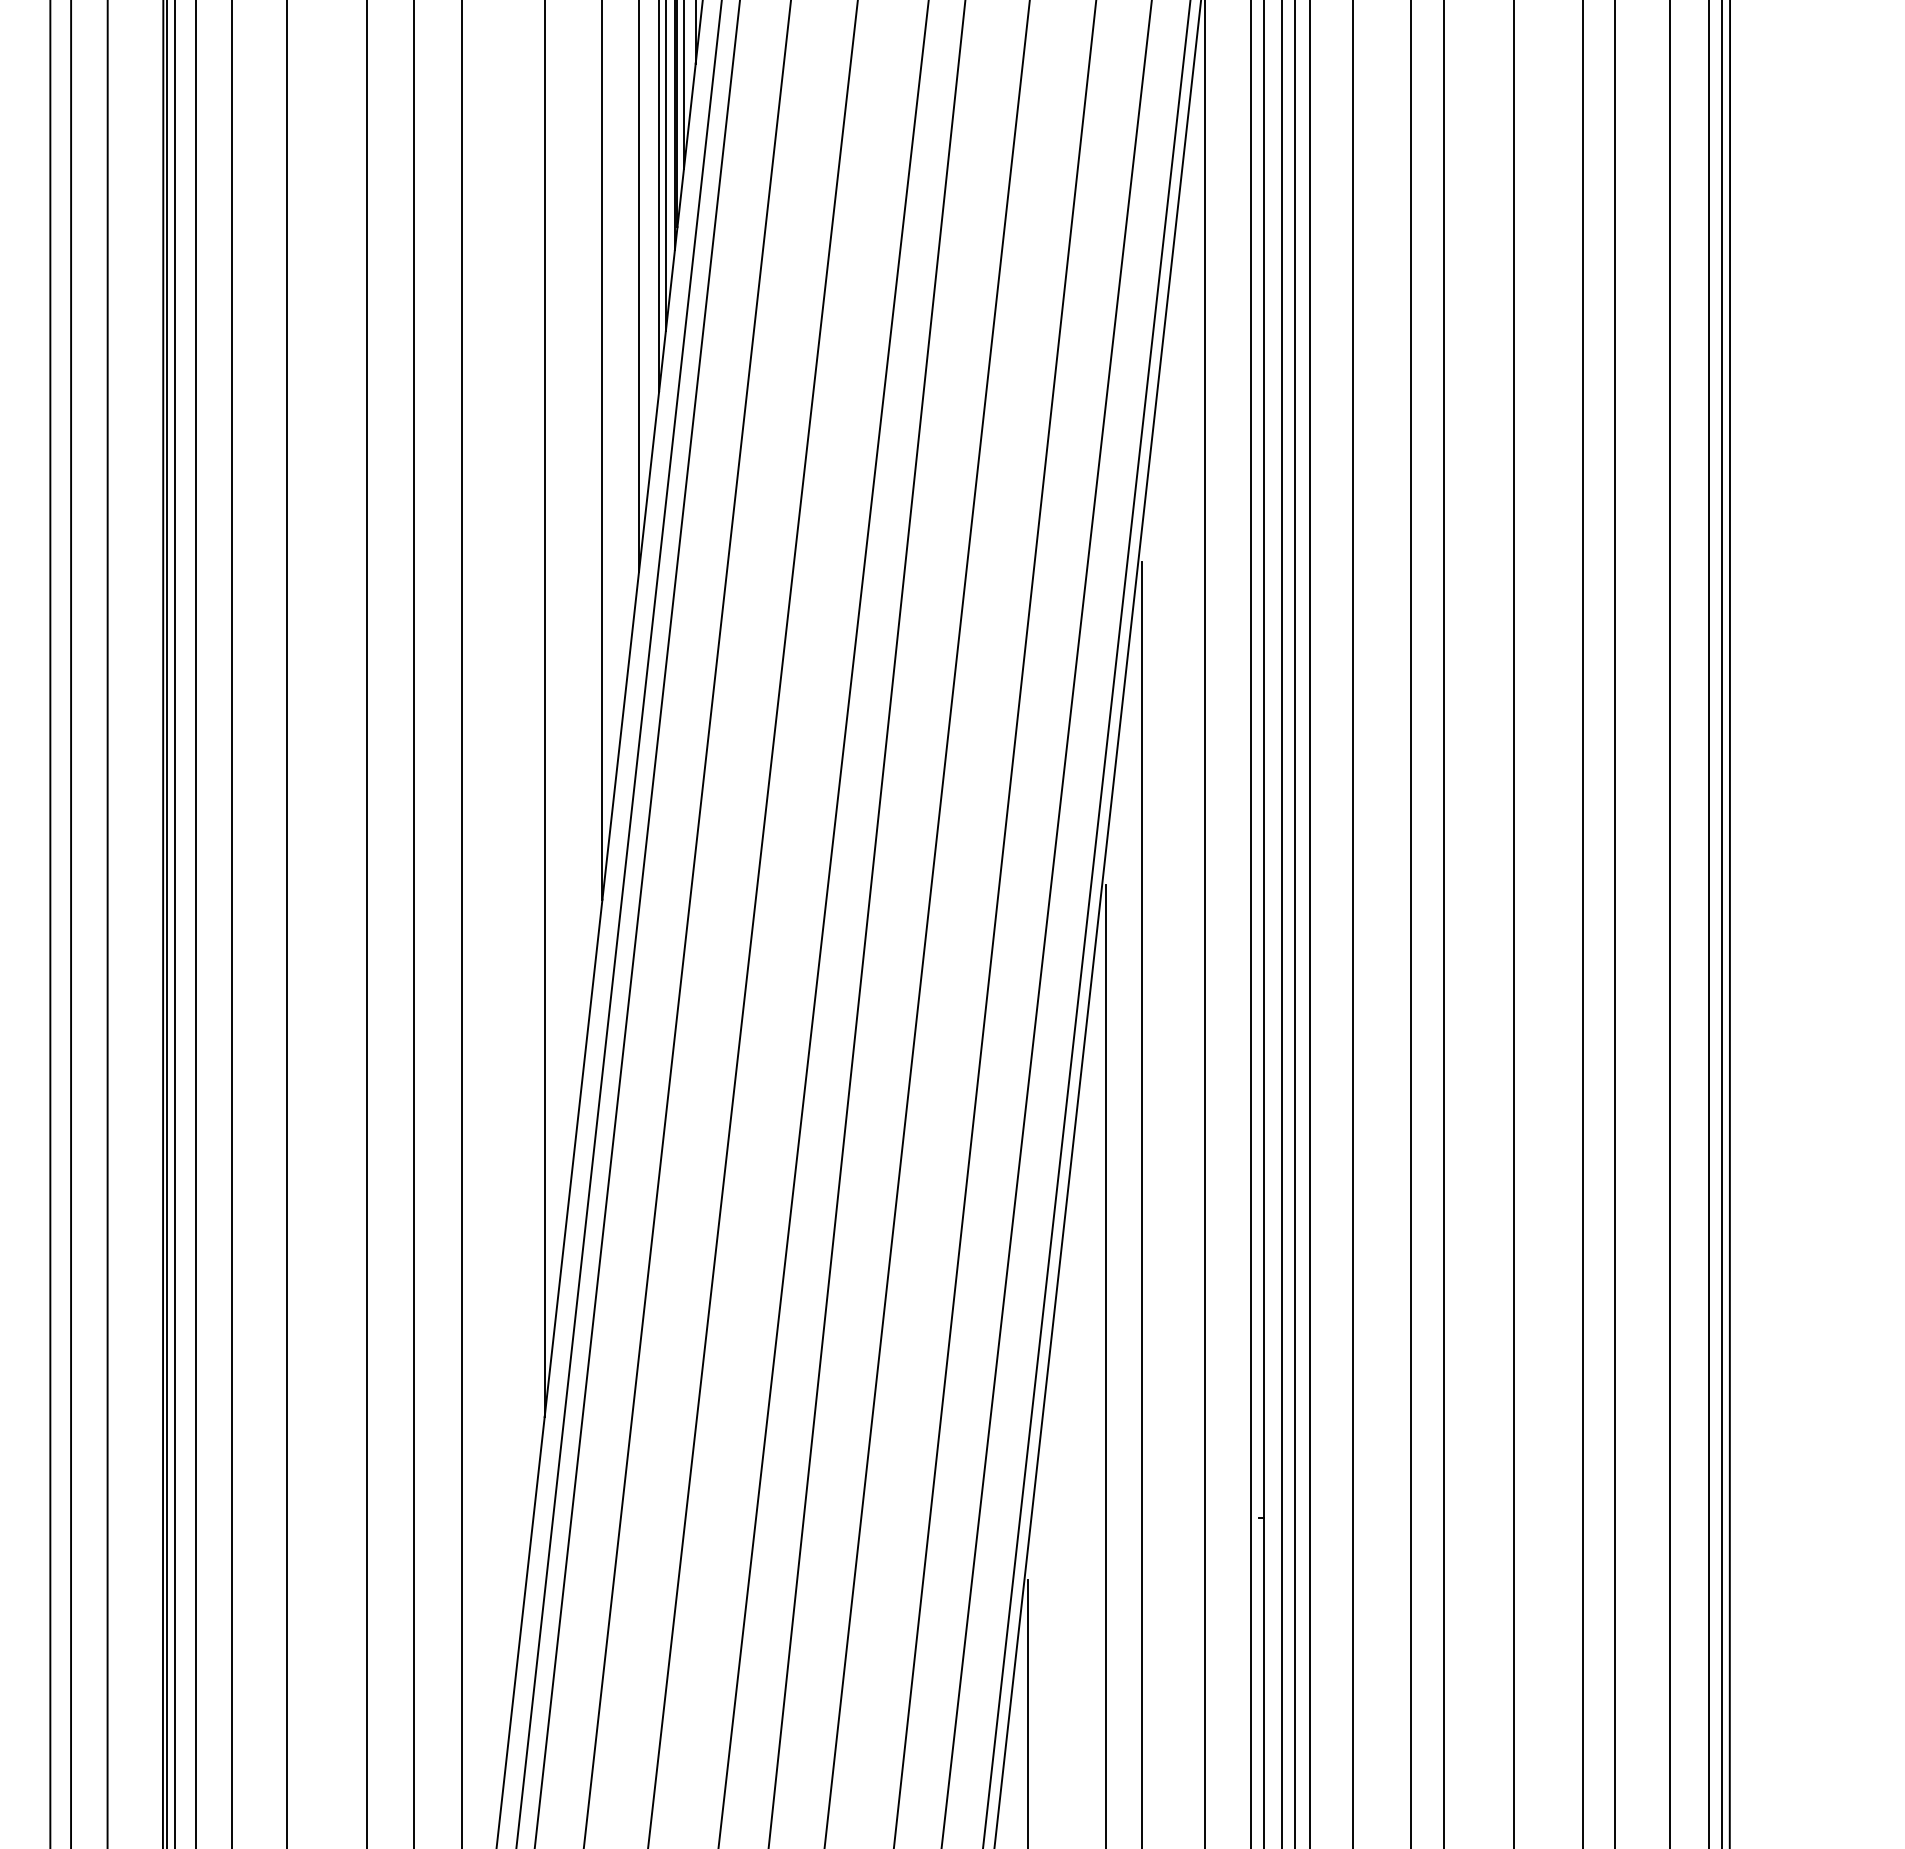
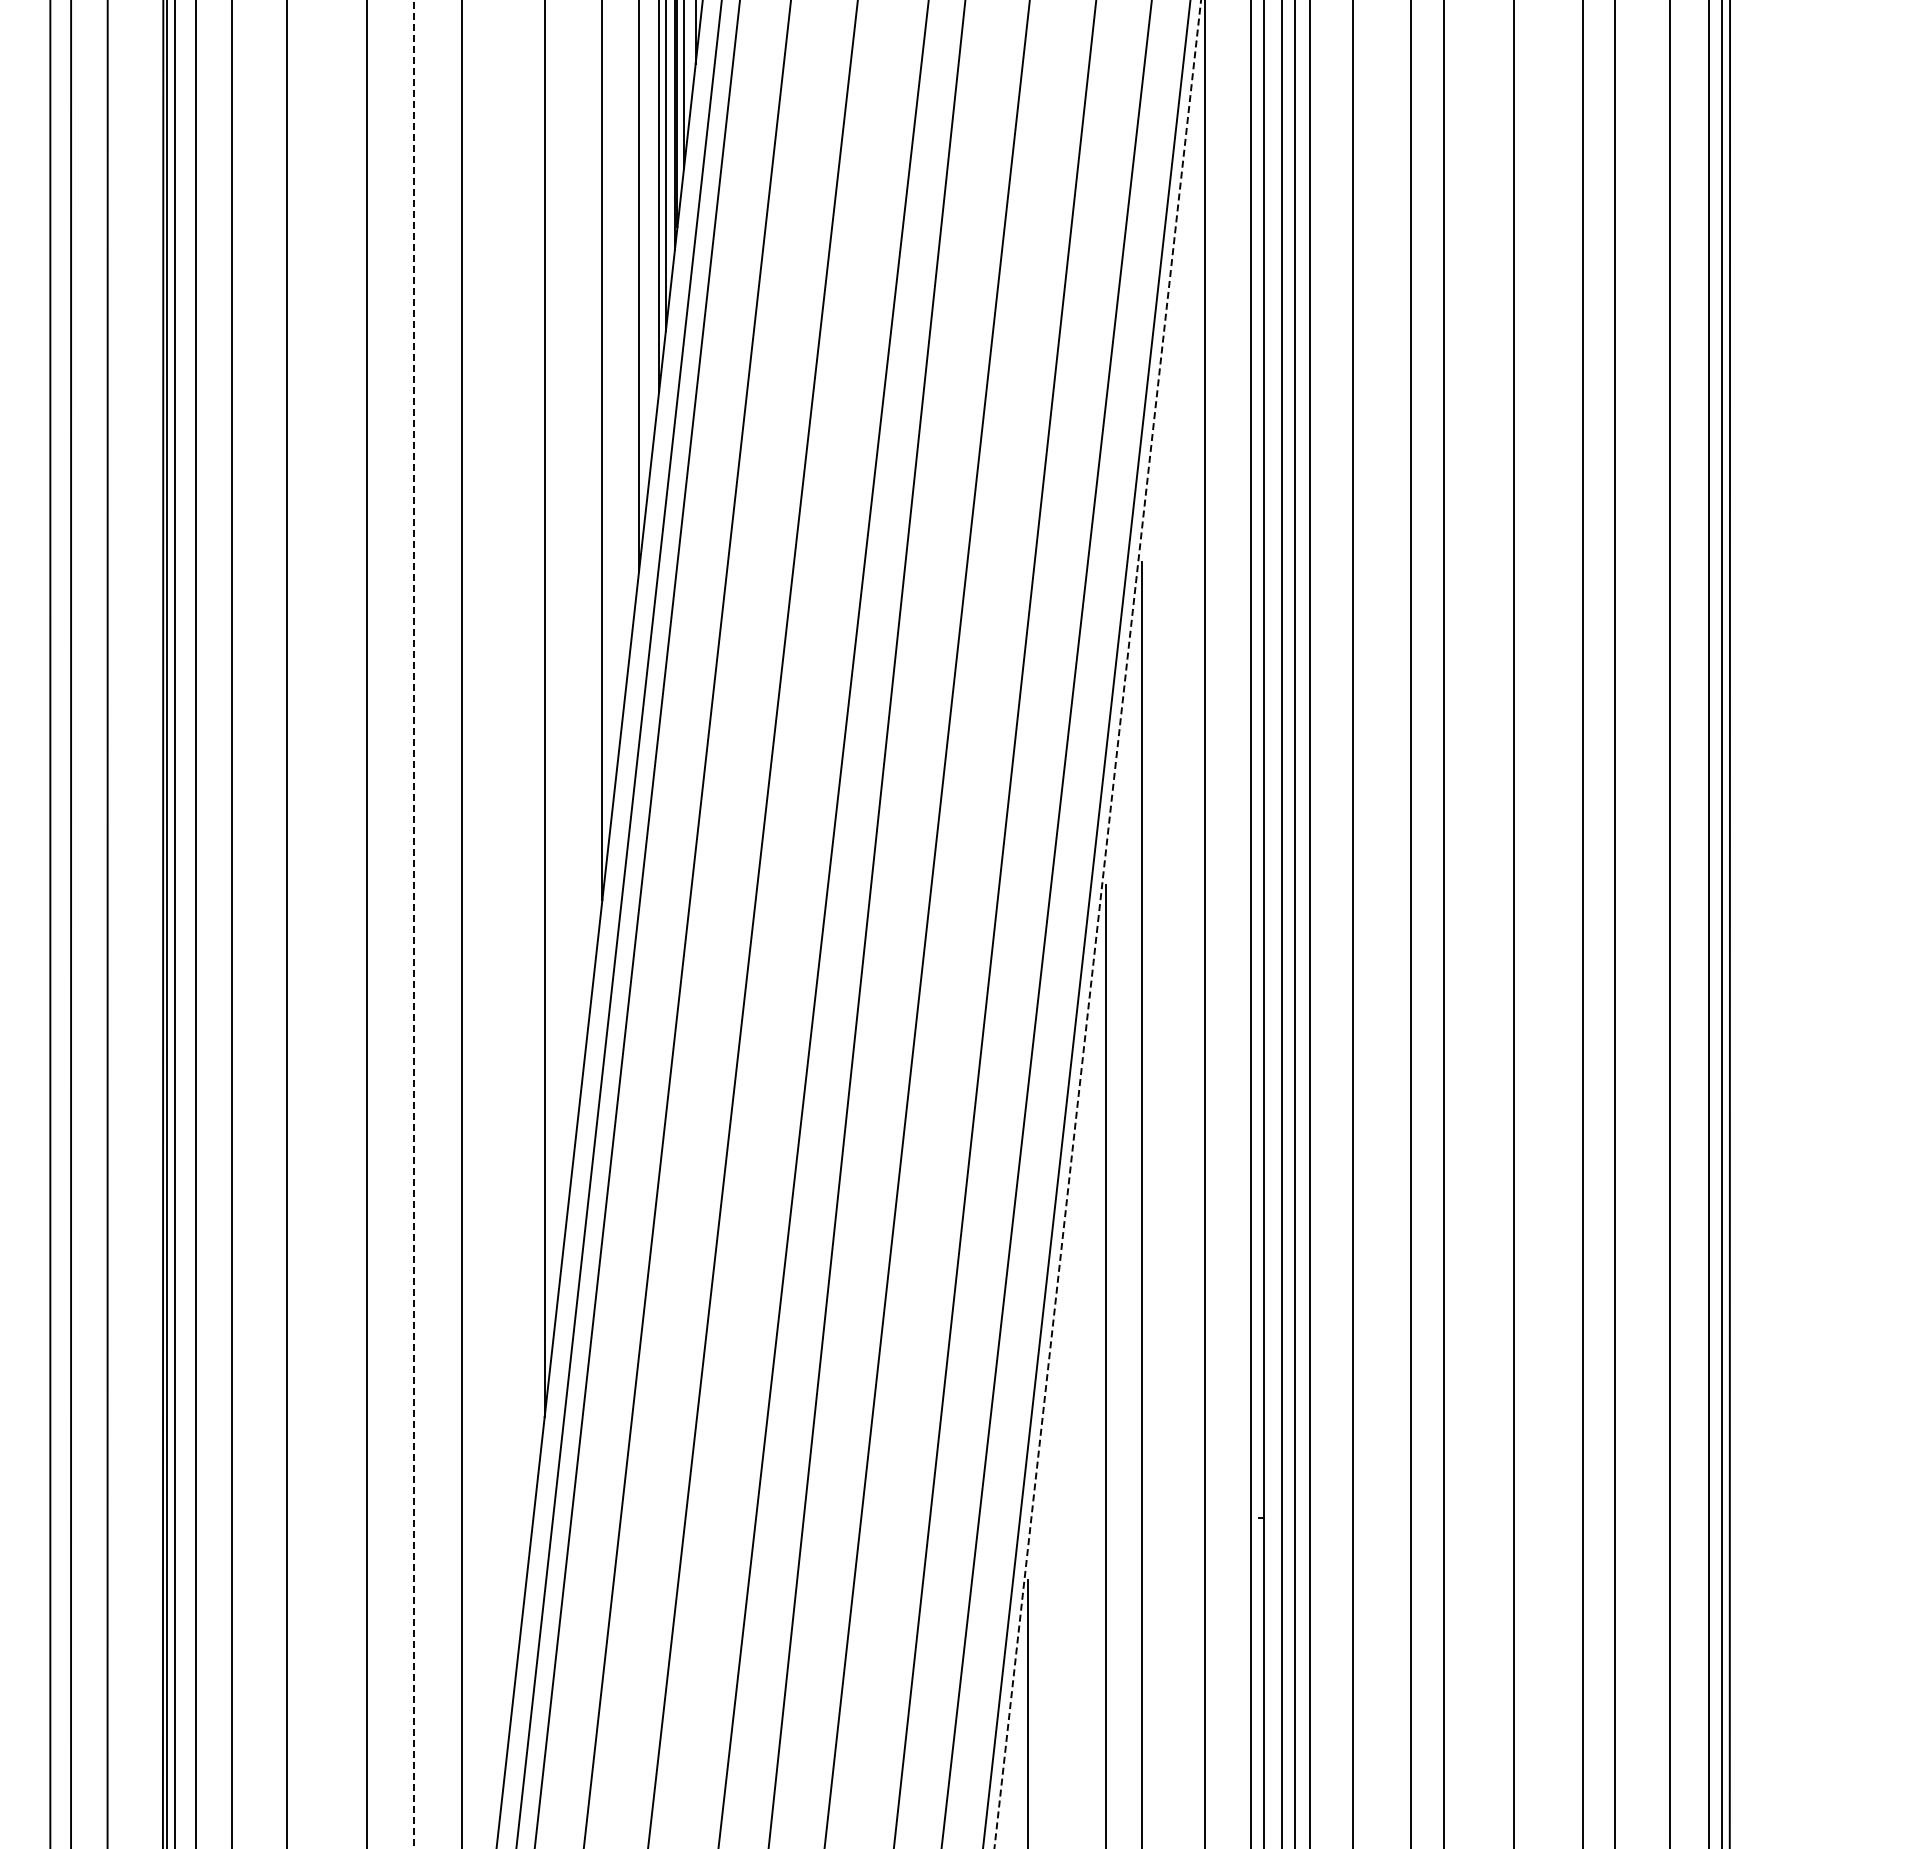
line at (414, 924): solid -> dashed
line at (1097, 924): solid -> dashed
